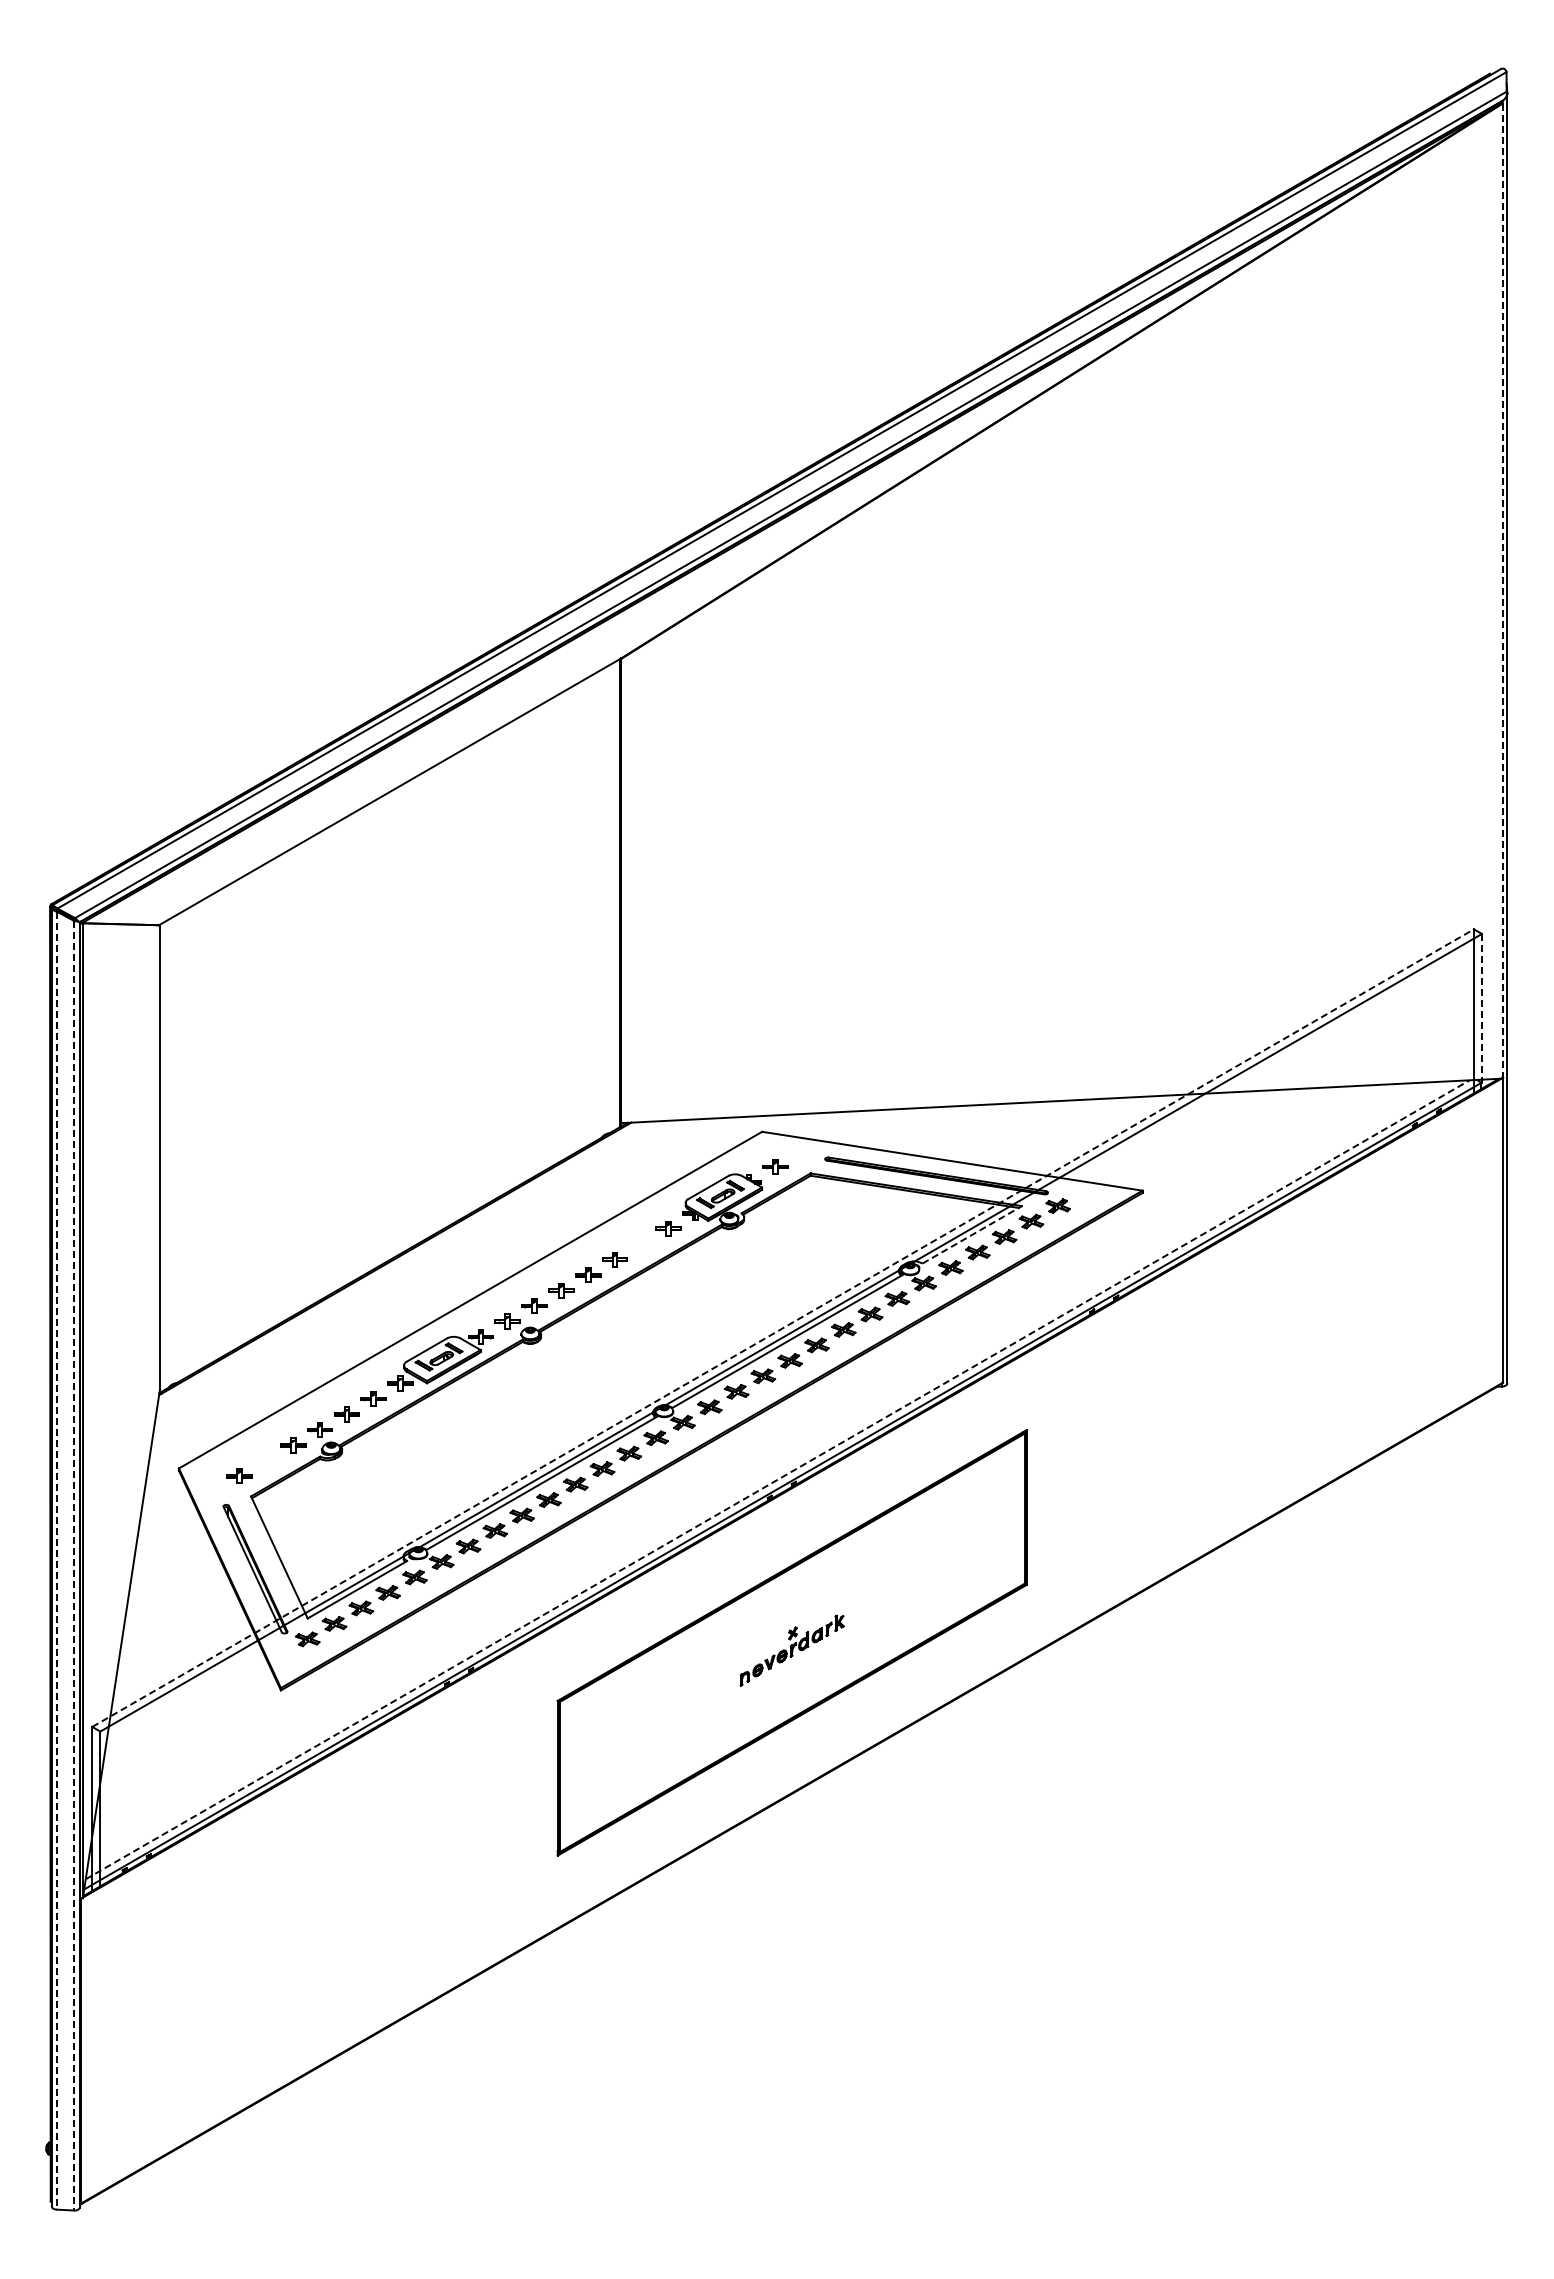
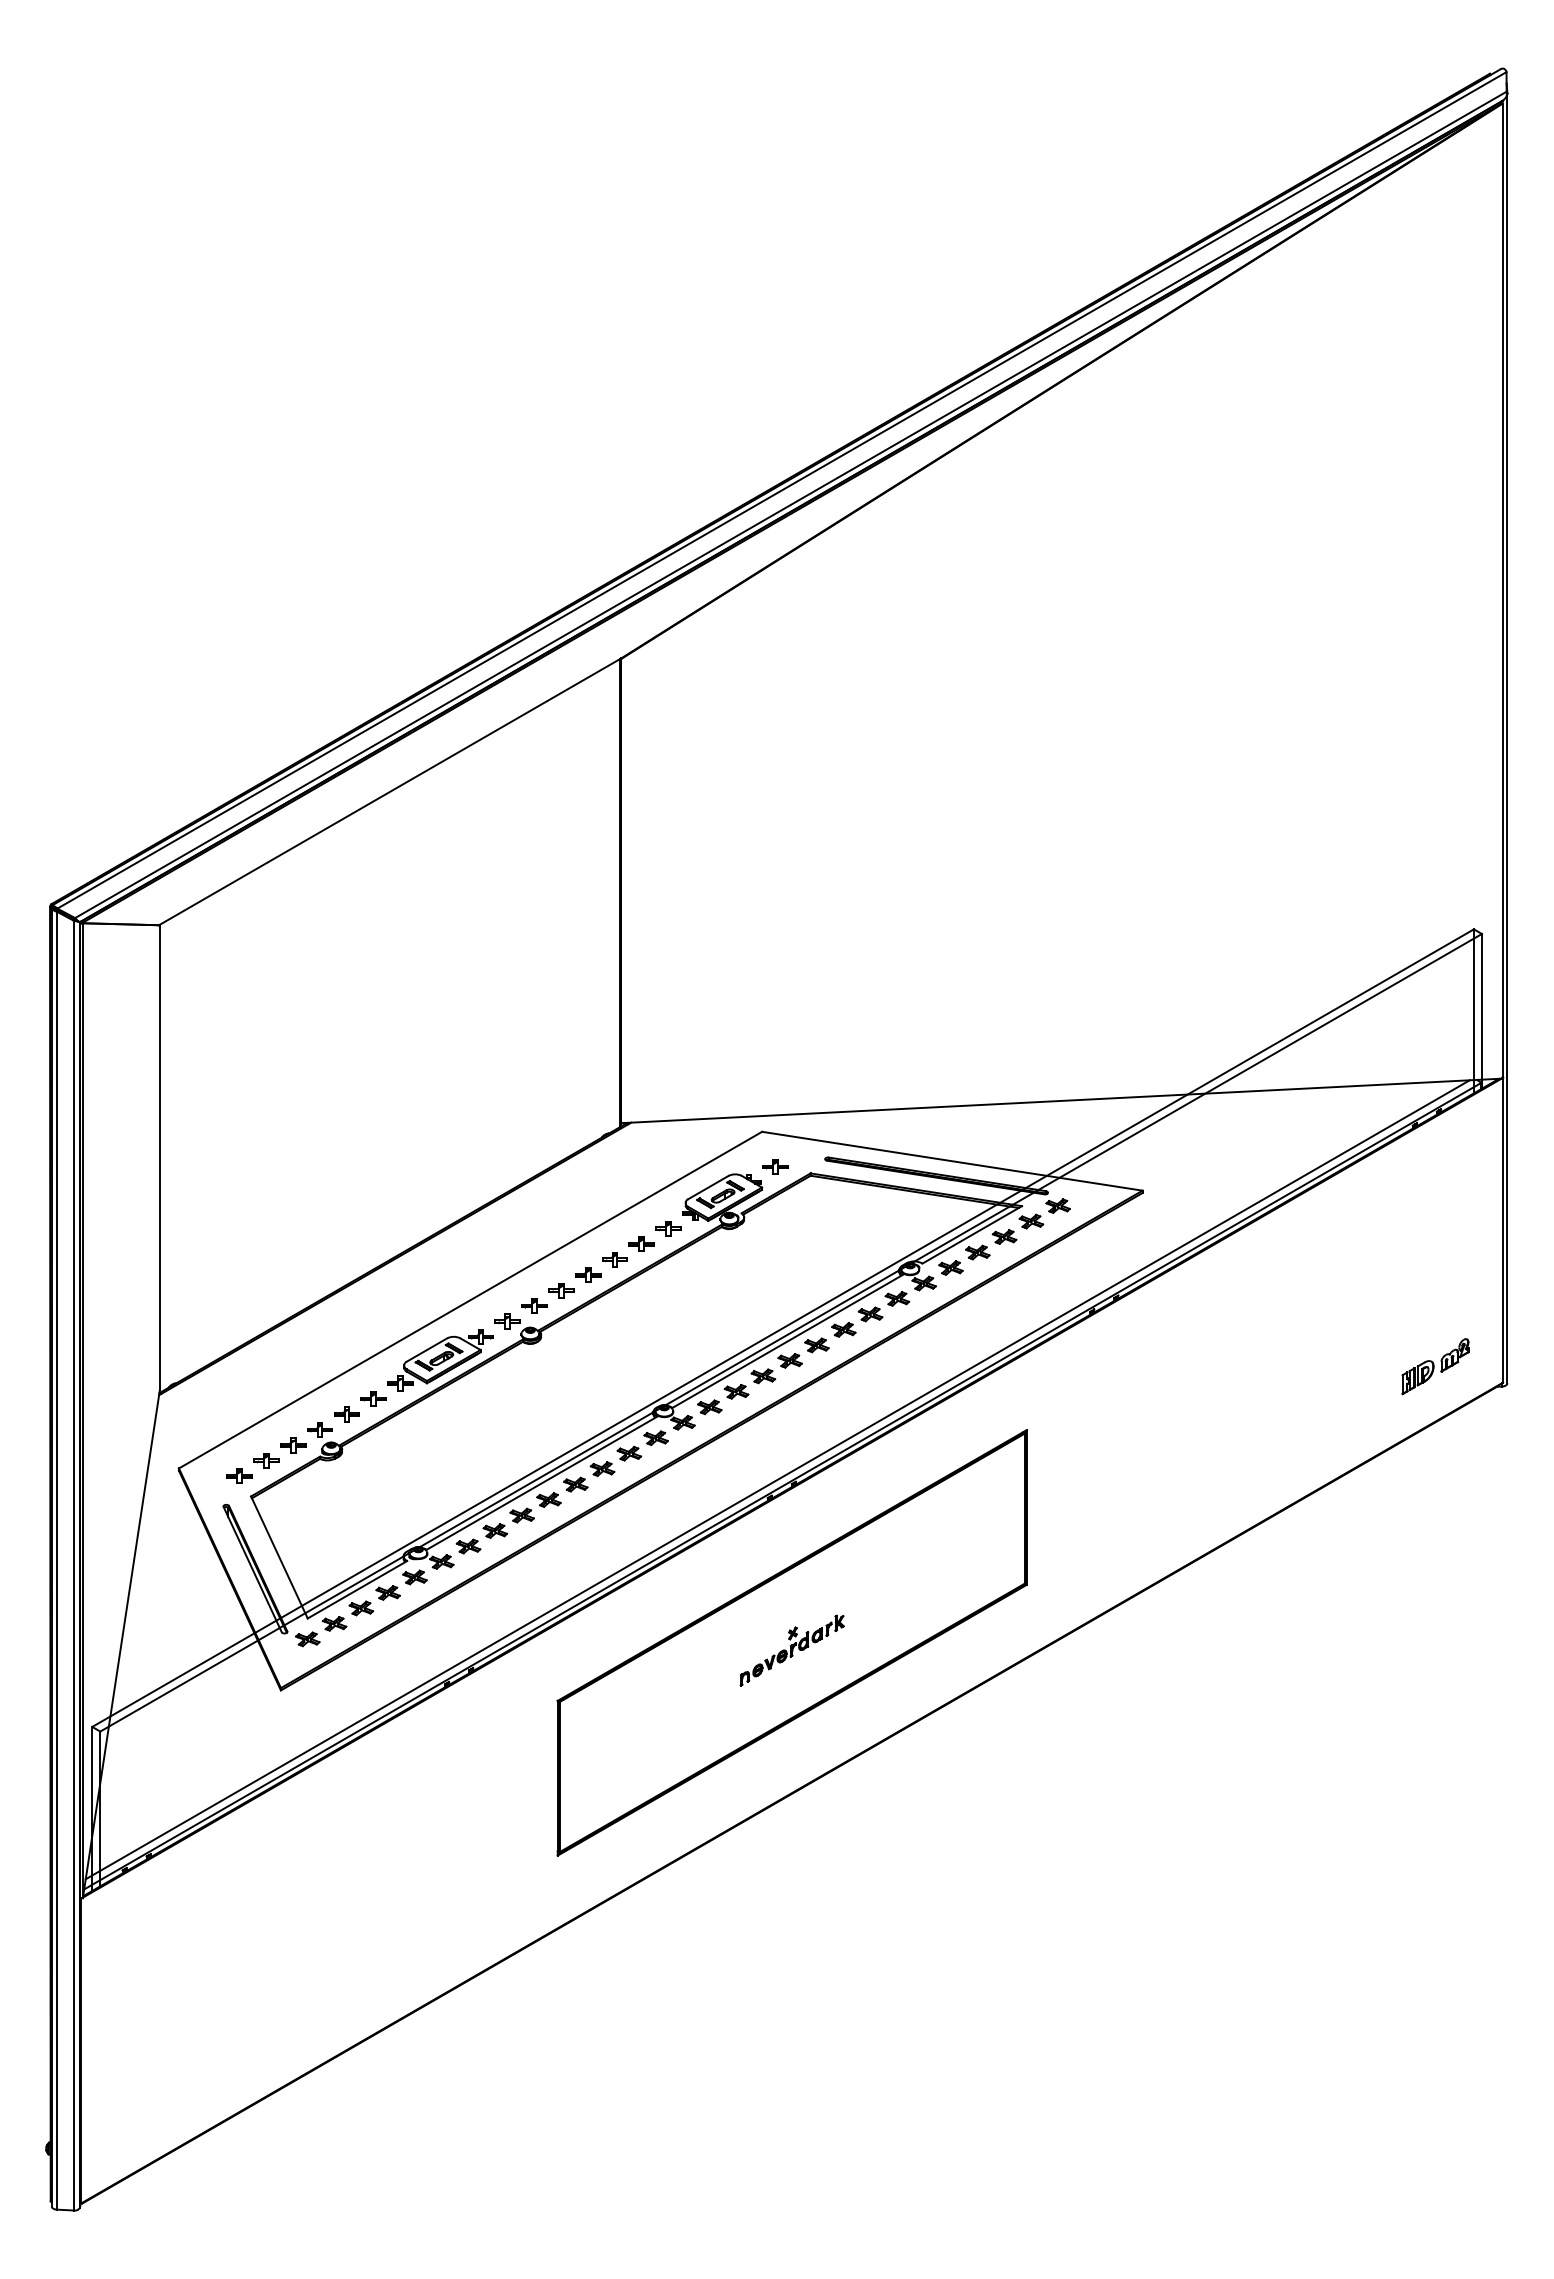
line at (1502, 590): dashed -> solid
line at (1481, 1011): dashed -> solid
line at (972, 1234): dashed -> solid
part at (641, 1243): none -> present
line at (783, 1328): dashed -> solid
part at (1435, 1366): none -> present
part at (266, 1460): none -> present
line at (778, 1479): dashed -> solid
line at (56, 1560): dashed -> solid
line at (73, 1565): dashed -> solid
